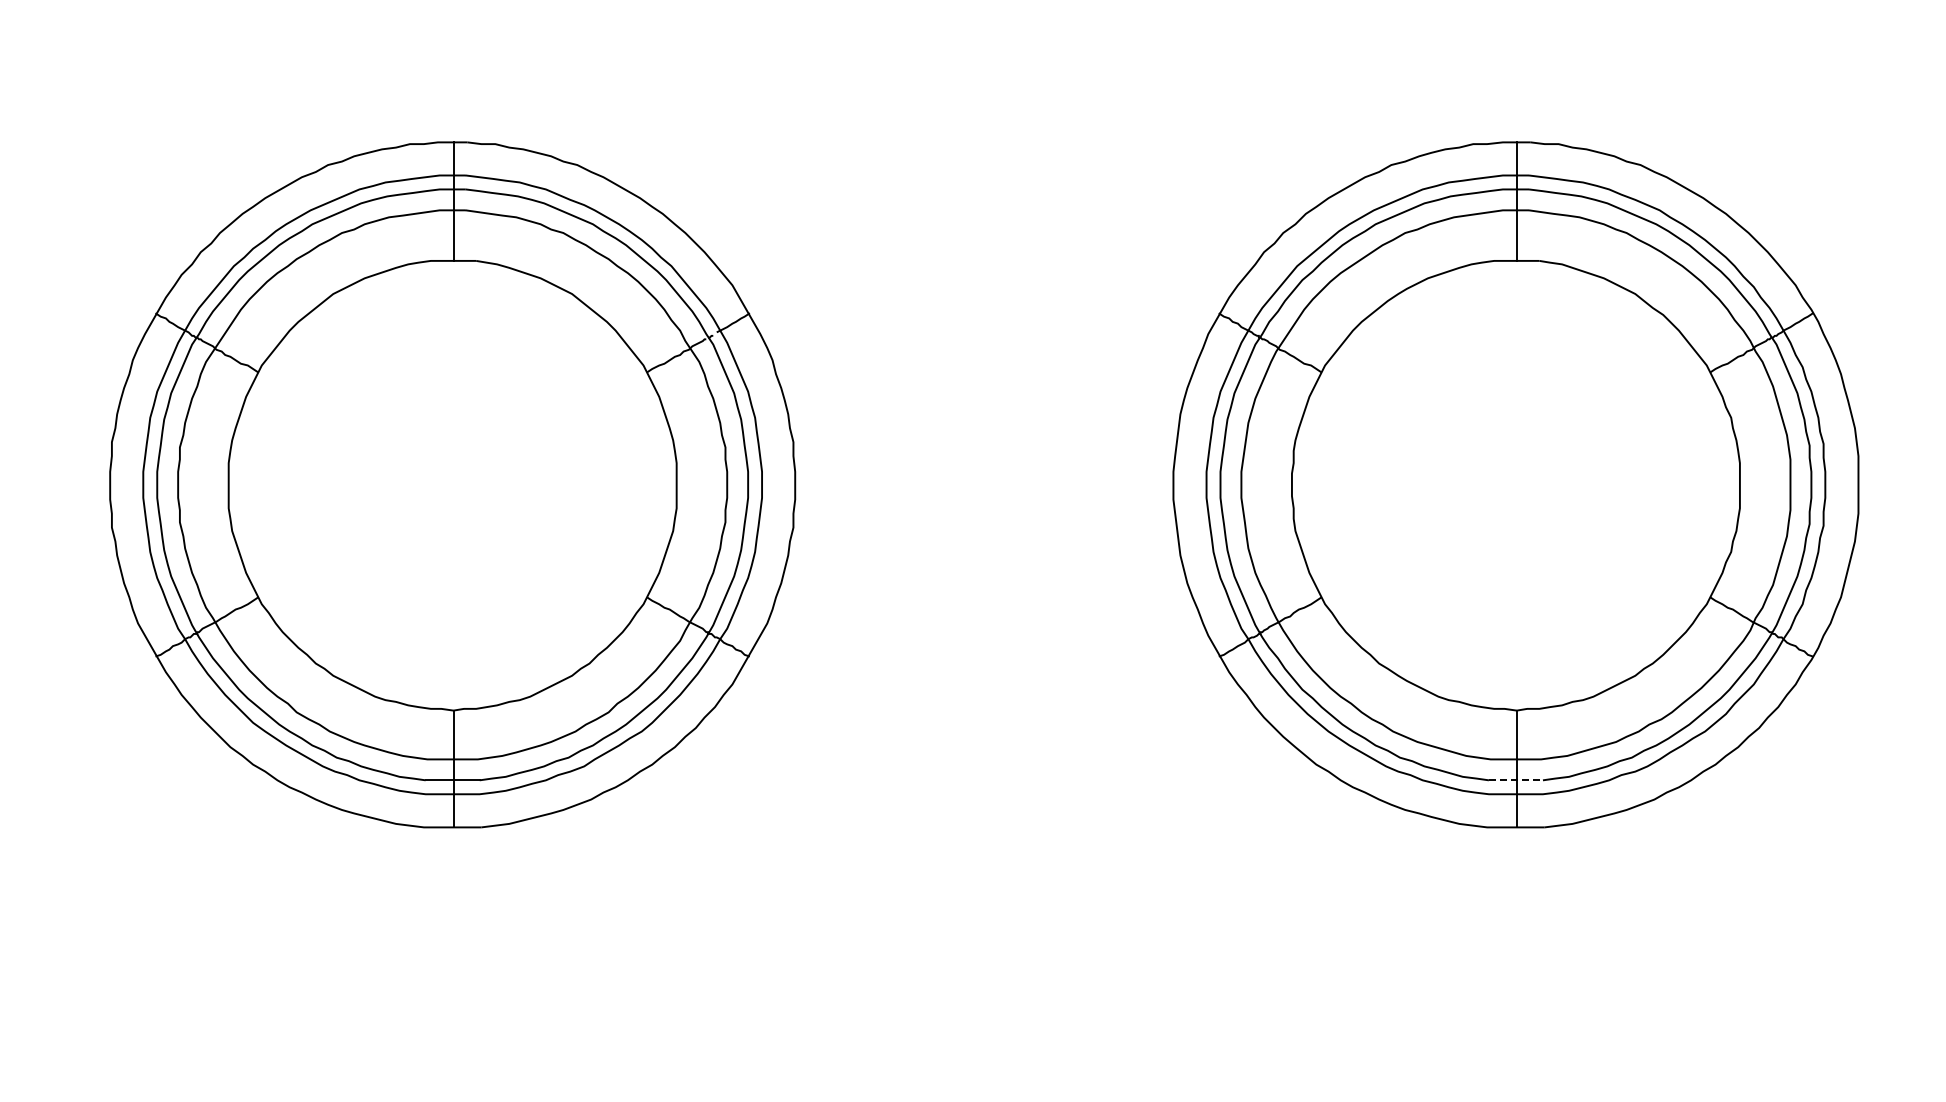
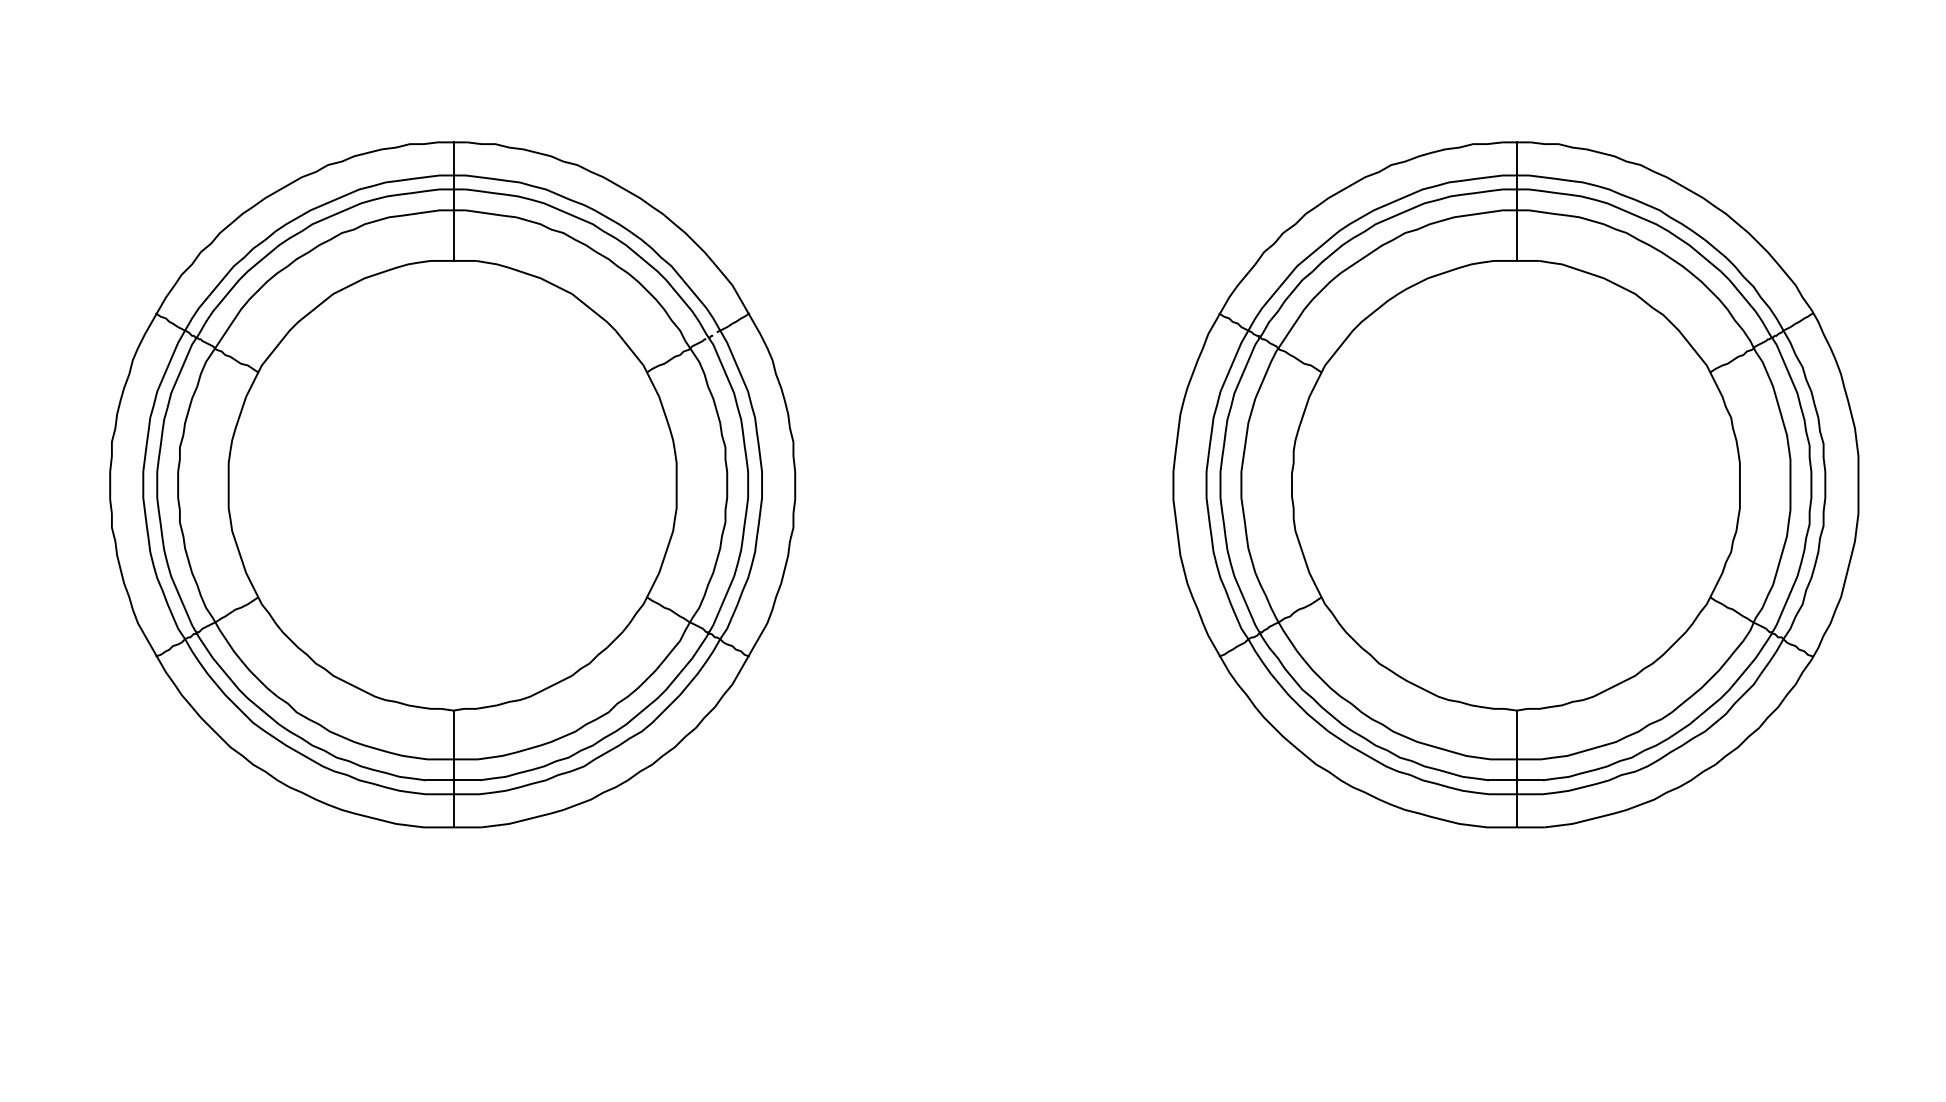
line at (1516, 780): dashed -> solid
